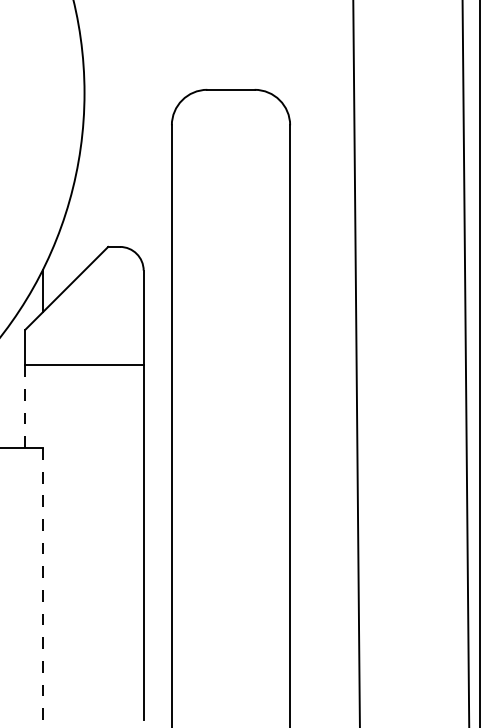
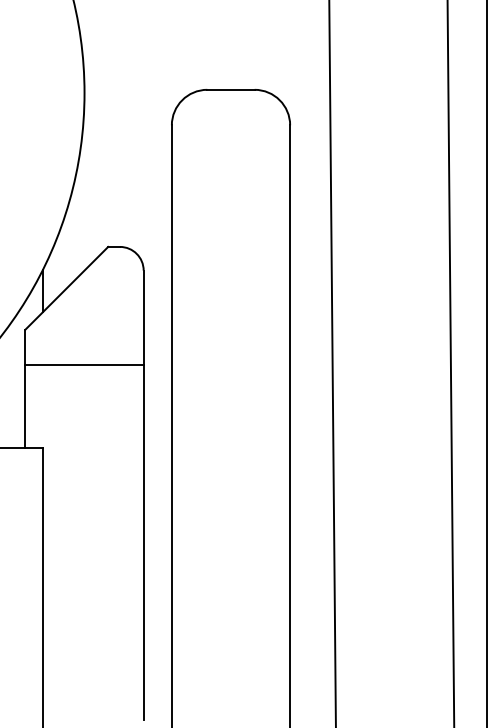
line at (356, 363) position: (356, 363) -> (332, 363)
line at (465, 363) position: (465, 363) -> (450, 363)
line at (479, 363) position: (479, 363) -> (486, 363)
line at (25, 406): dashed -> solid
line at (43, 587): dashed -> solid
